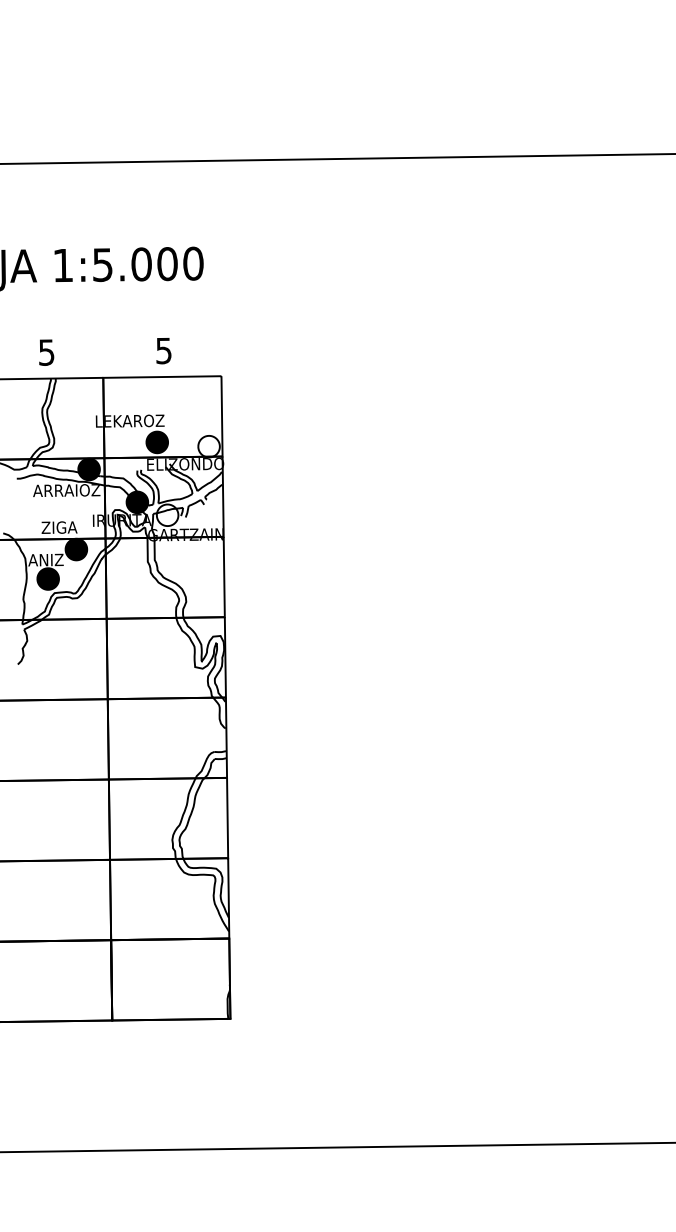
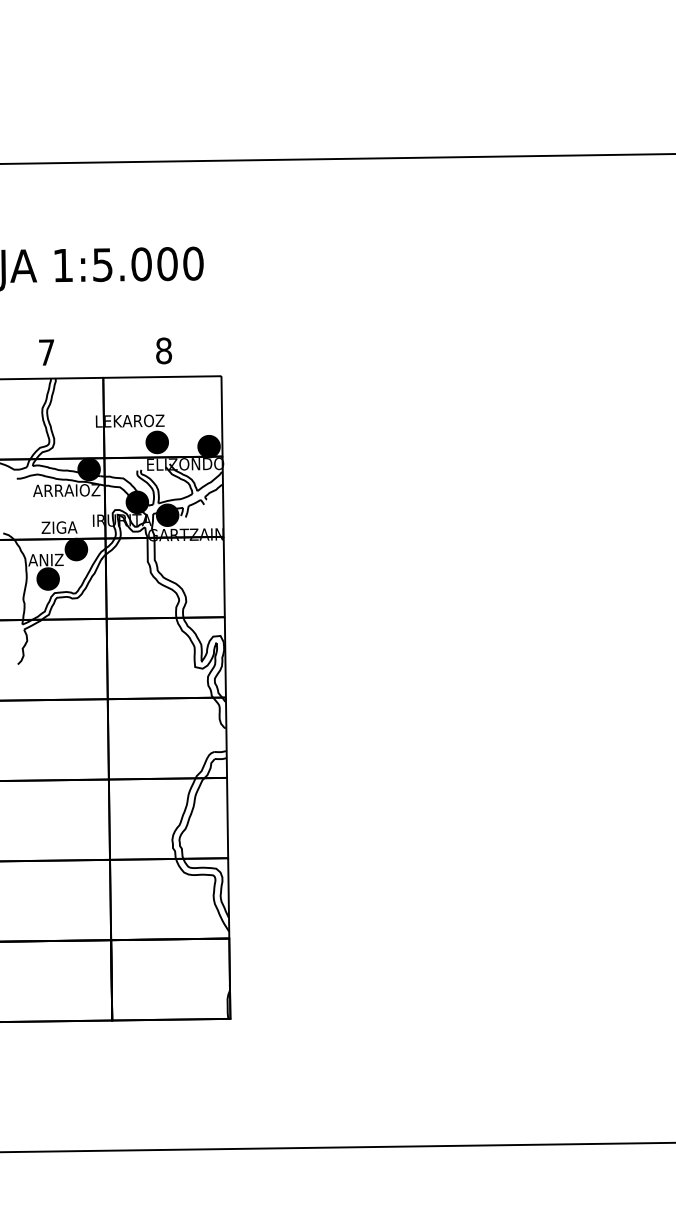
text at (164, 350): 5 -> 8
text at (46, 352): 5 -> 7
fill at (208, 446): none -> present
fill at (167, 515): none -> present
